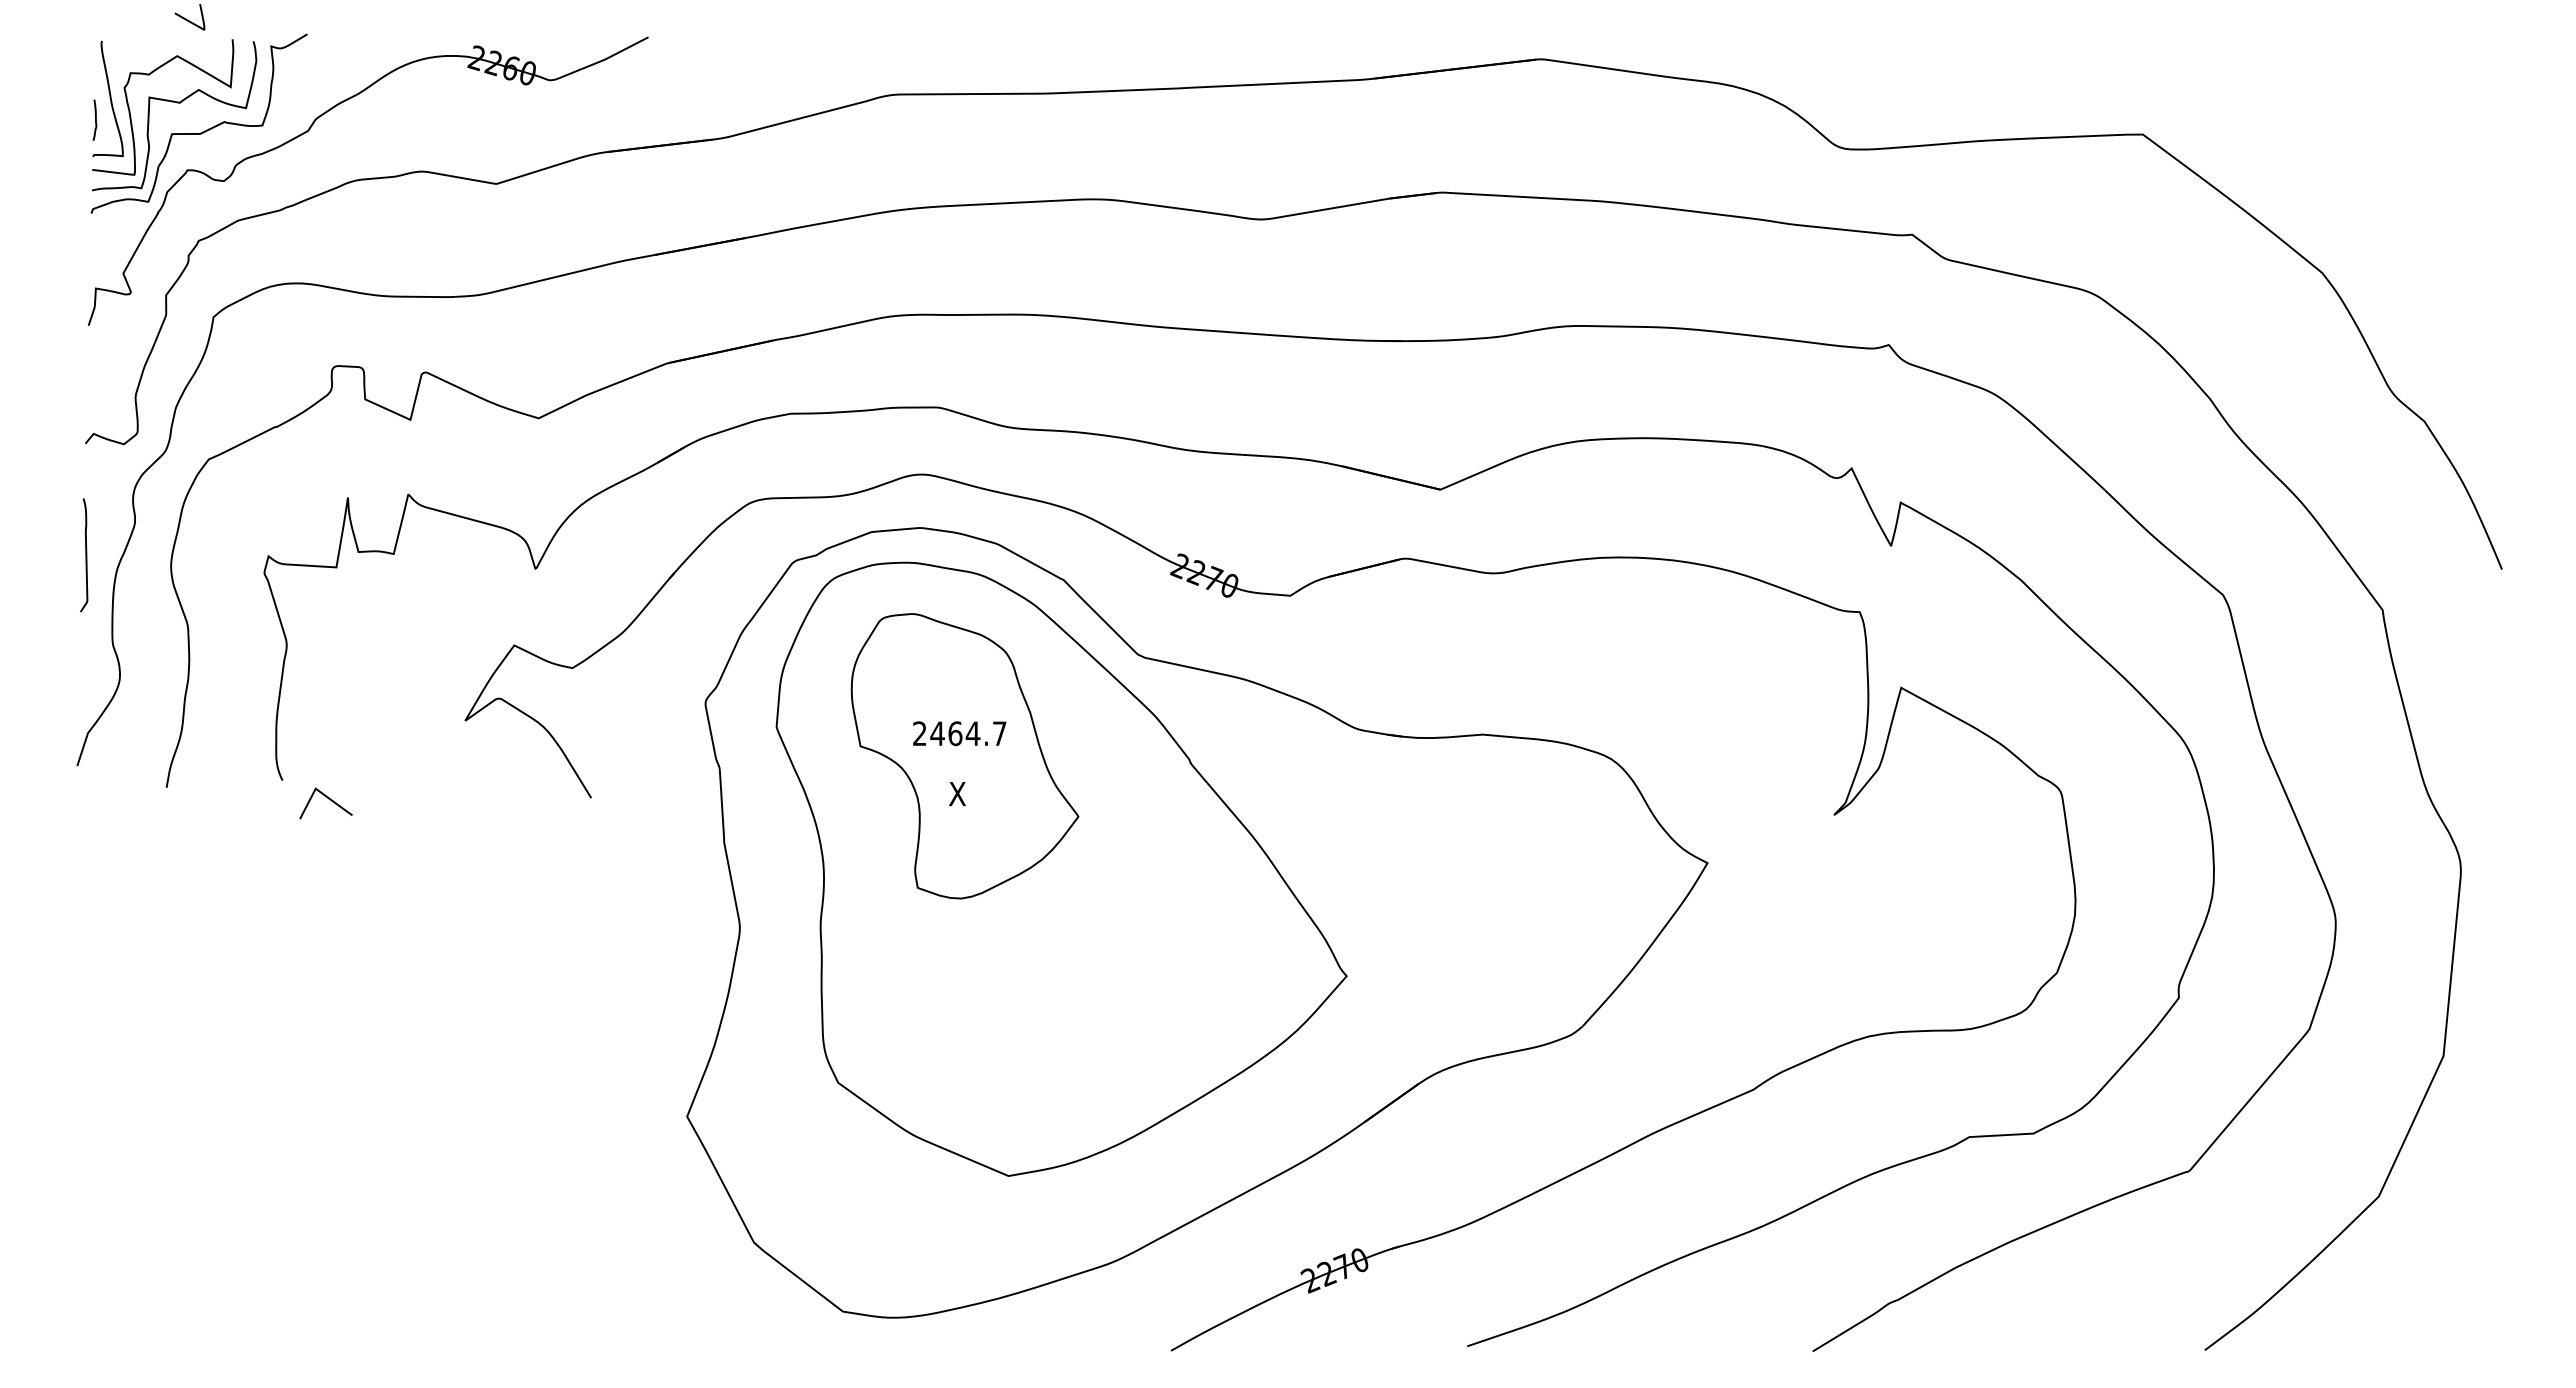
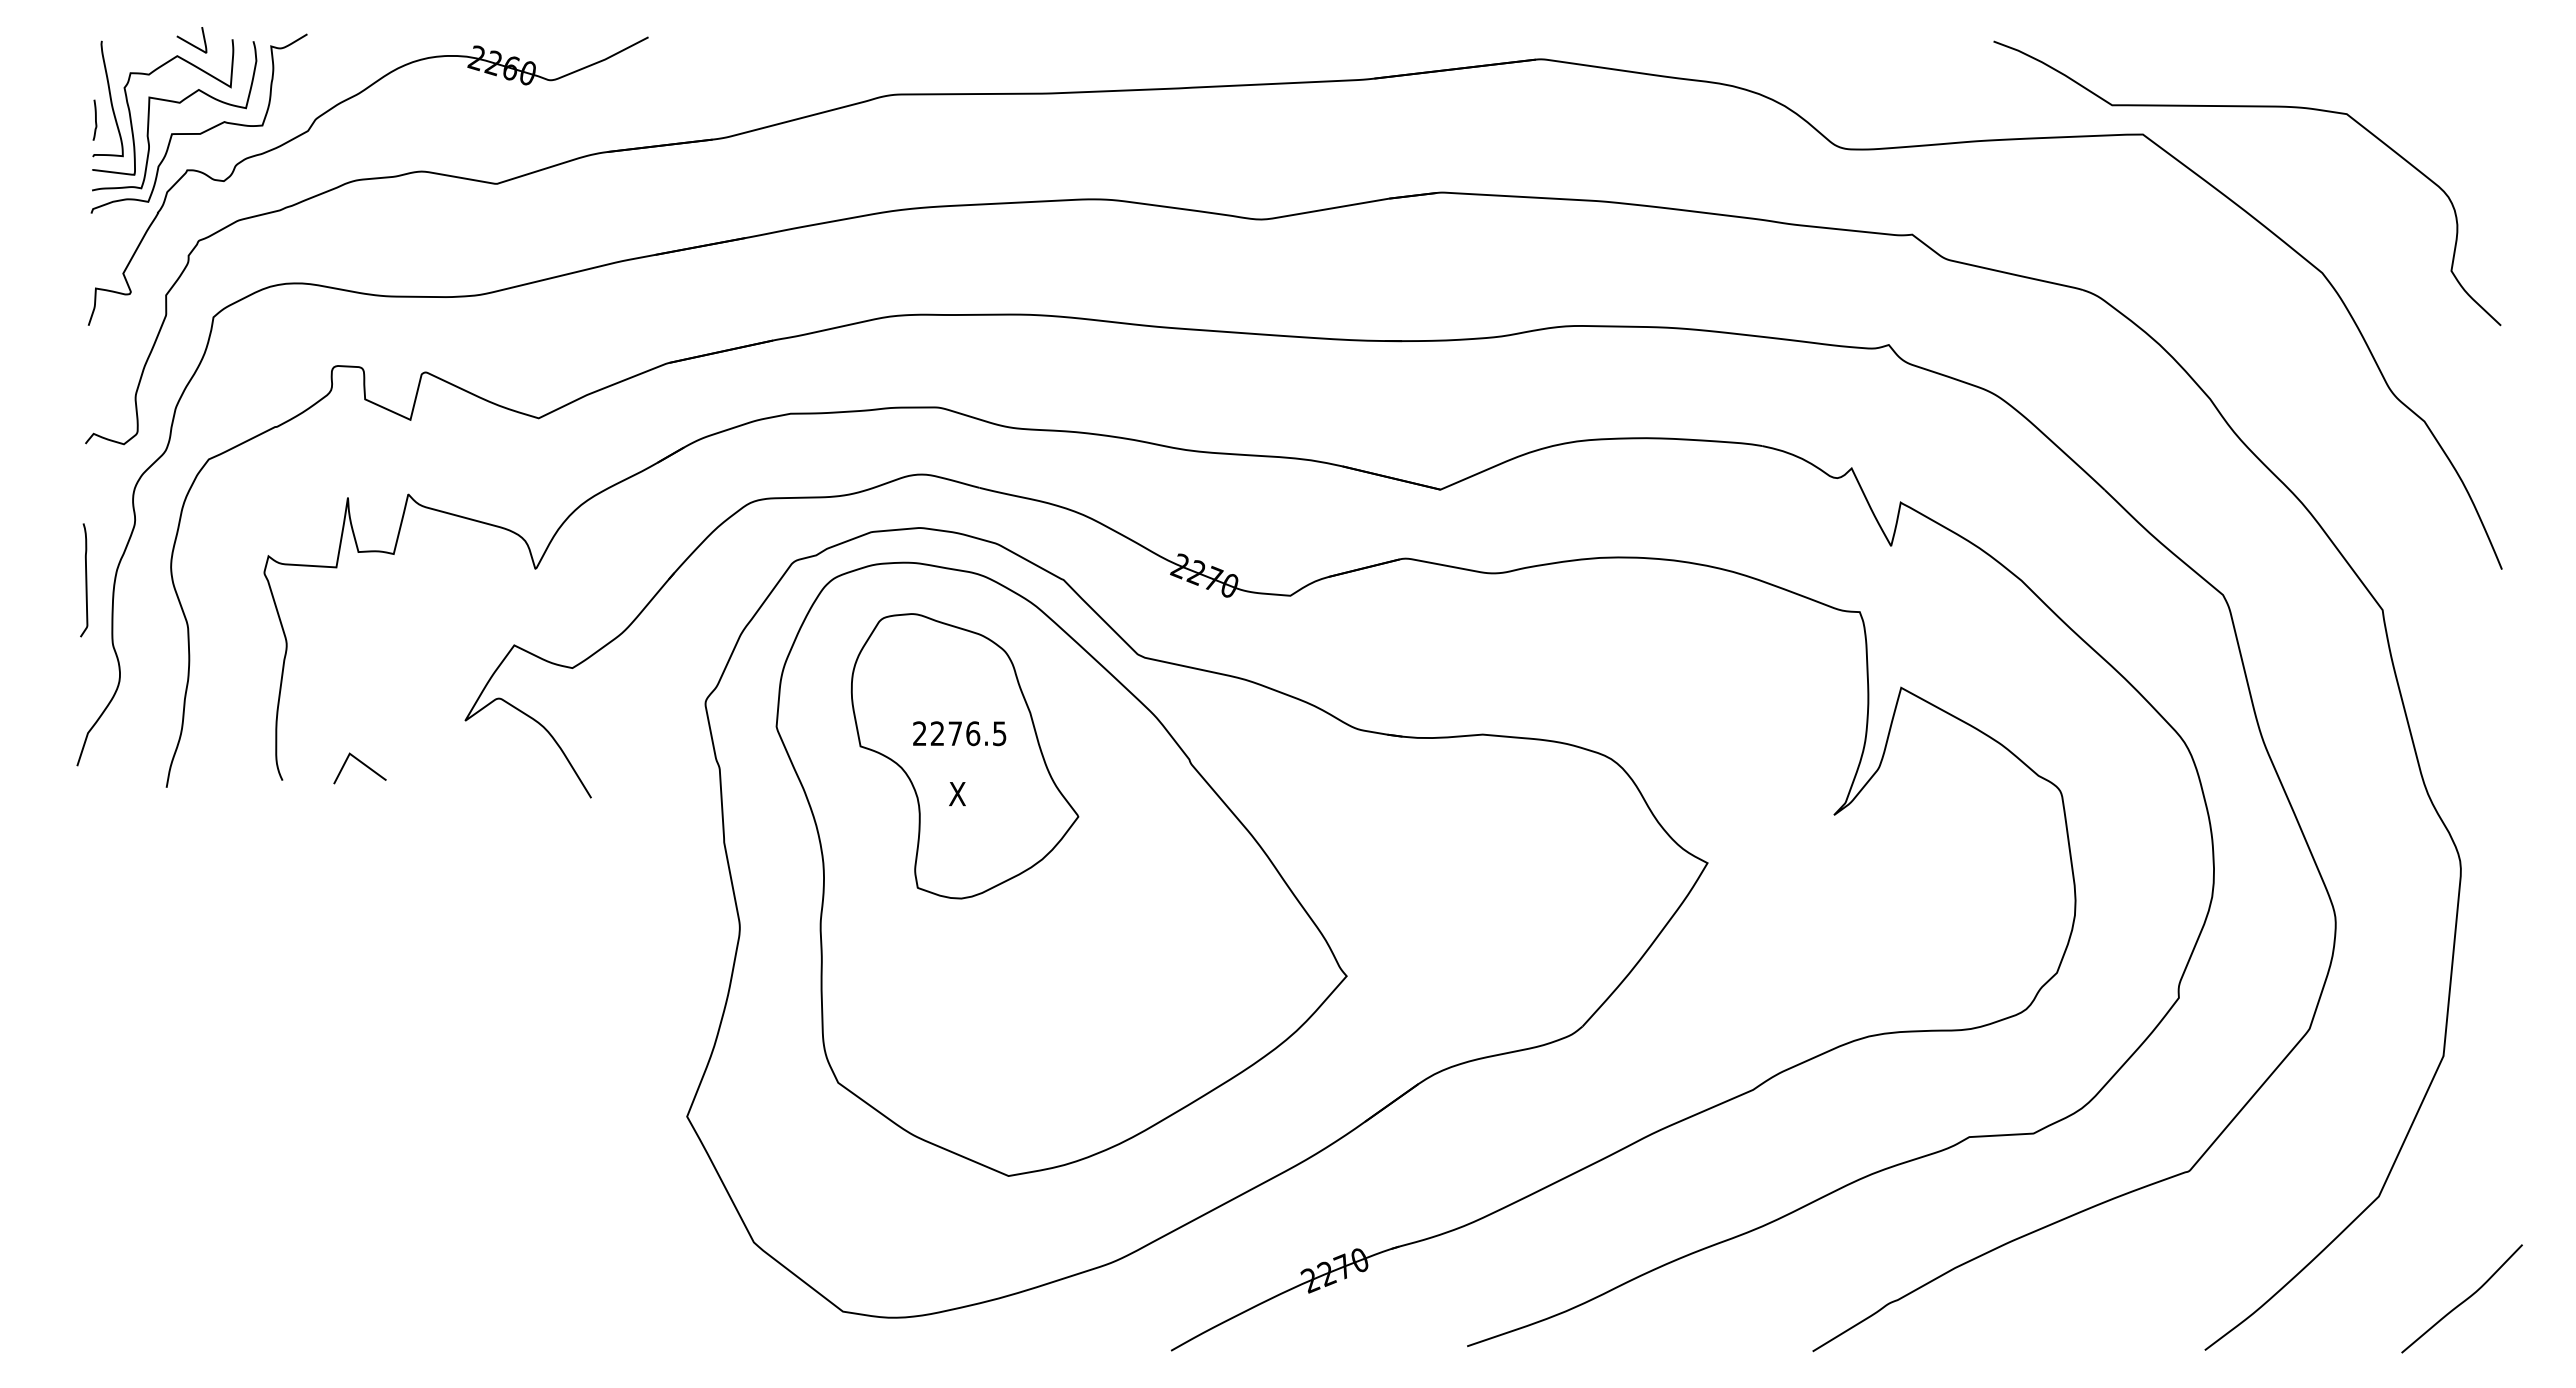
curve at (188, 19) position: (188, 19) -> (190, 42)
curve at (2247, 107): none -> present
curve at (85, 555) position: (85, 555) -> (85, 580)
text at (968, 733): 2464.7 -> 2276.5
line at (328, 799) position: (328, 799) -> (362, 764)
curve at (2463, 1300): none -> present
